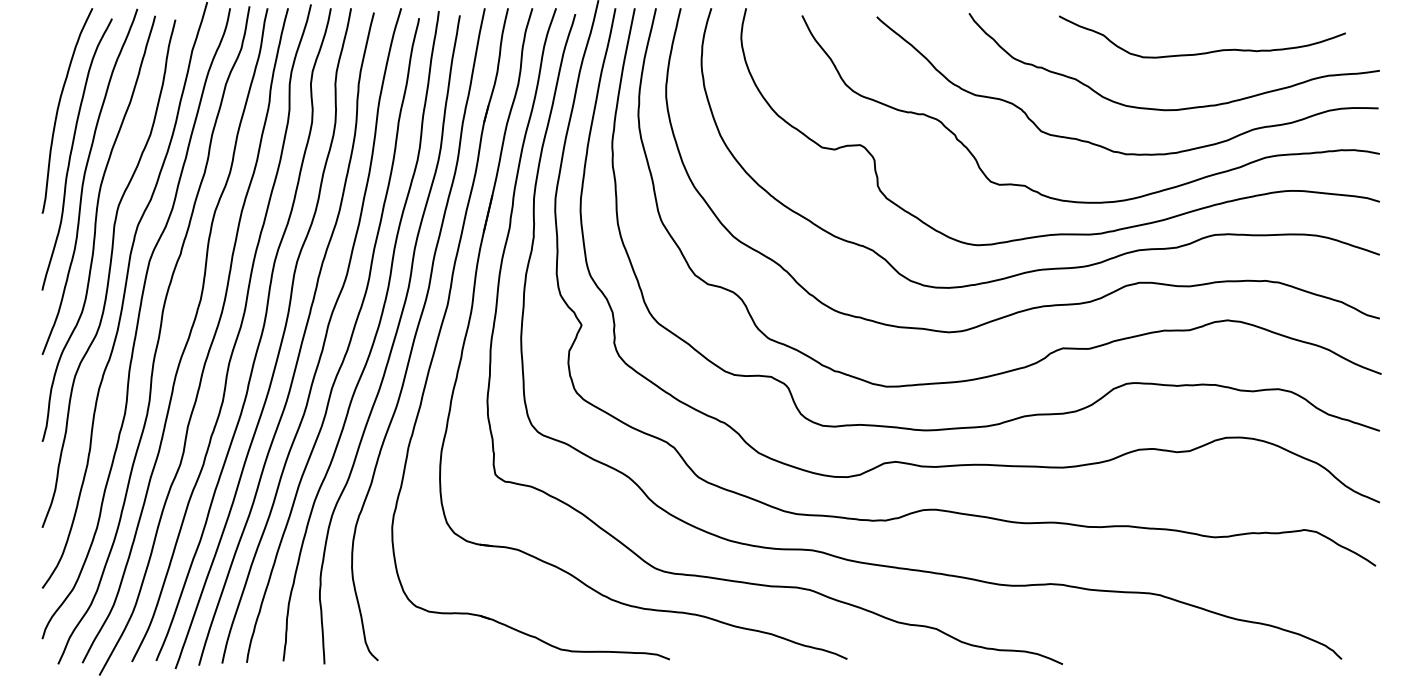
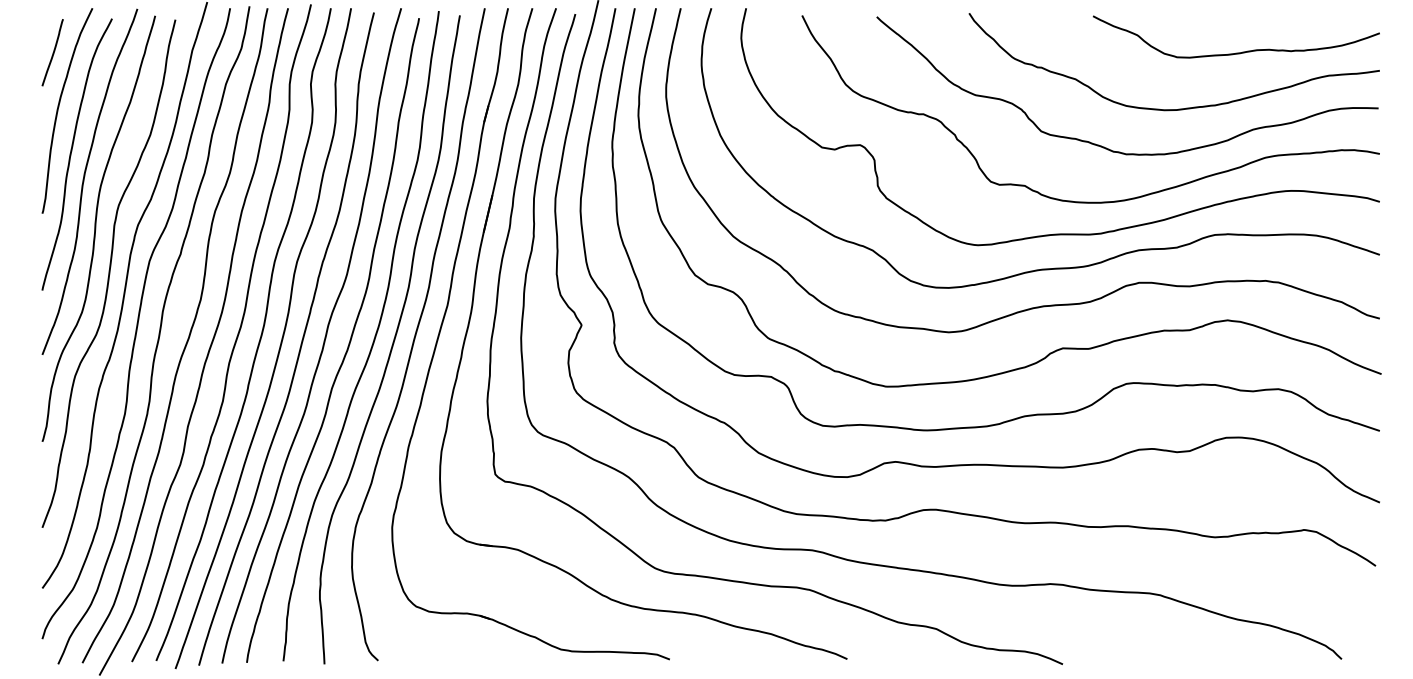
curve at (52, 52): none -> present
curve at (1201, 52) position: (1201, 52) -> (1235, 52)
